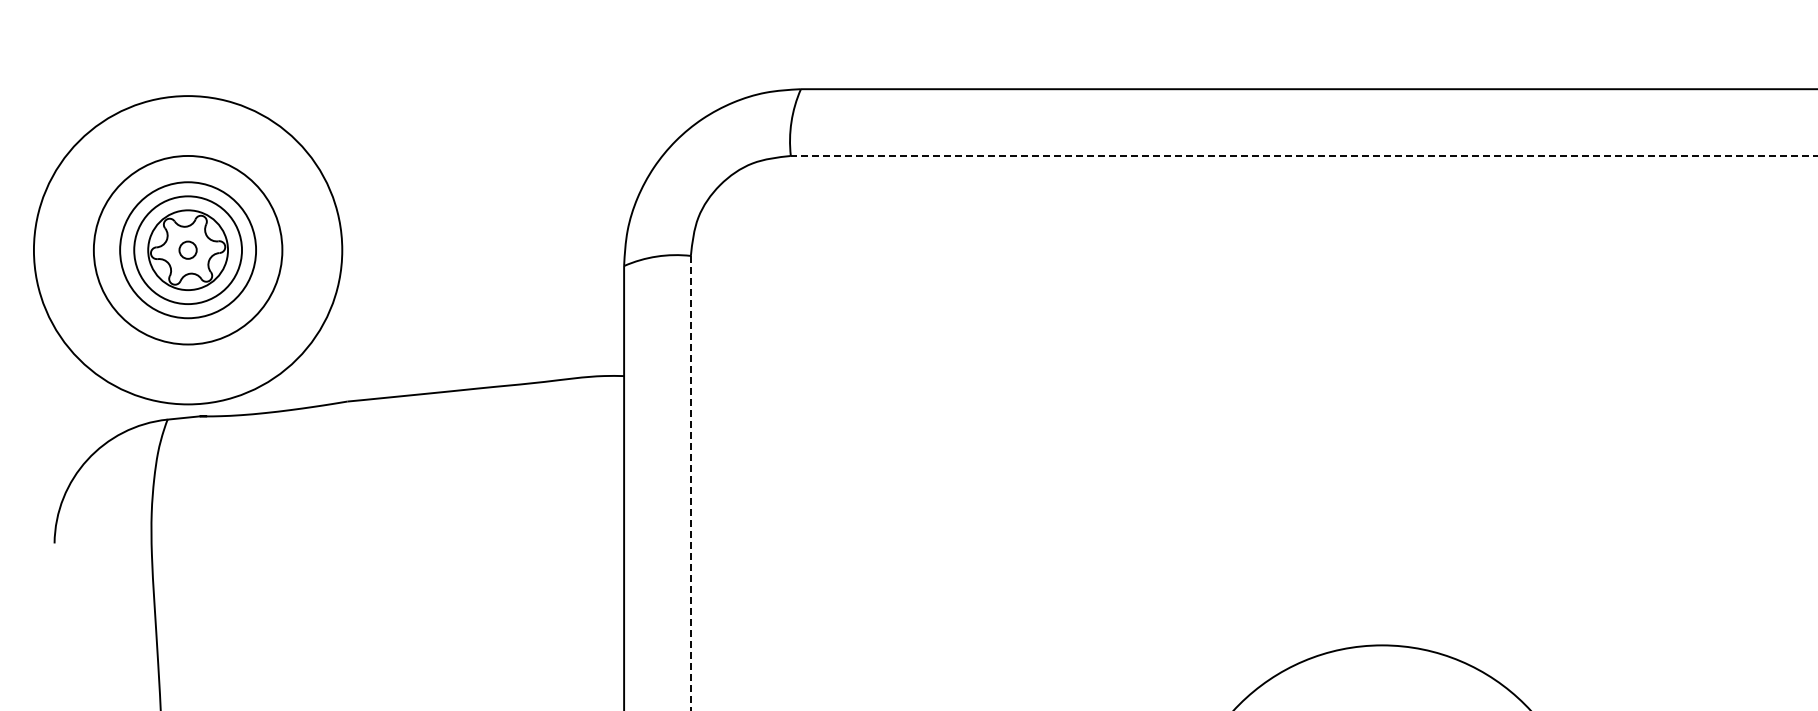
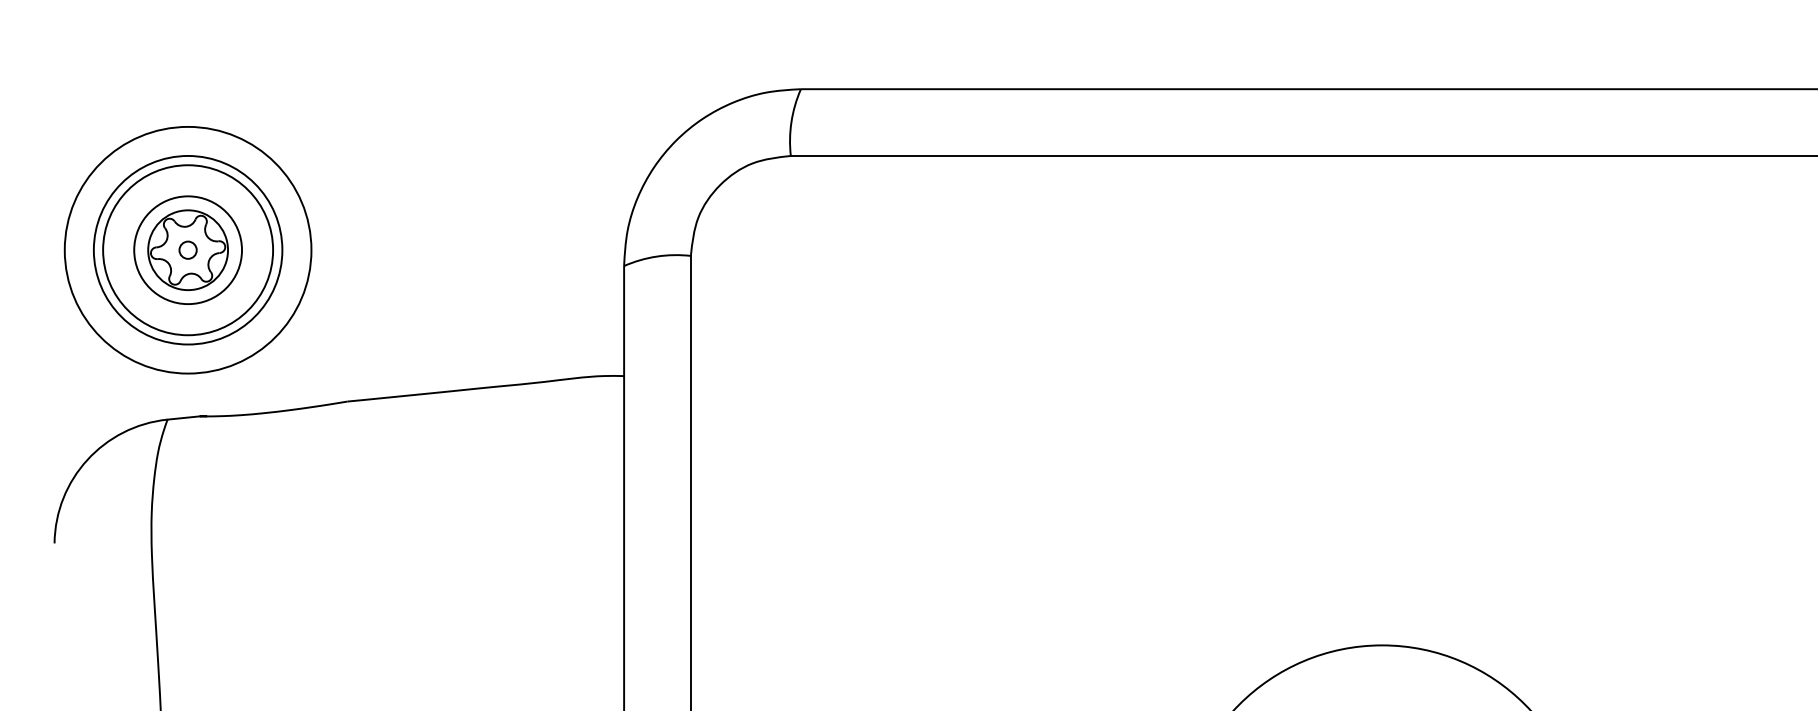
line at (1303, 155): dashed -> solid
circle at (187, 250) diameter: 308 px -> 247 px
circle at (188, 250) diameter: 136 px -> 170 px
line at (690, 483): dashed -> solid
